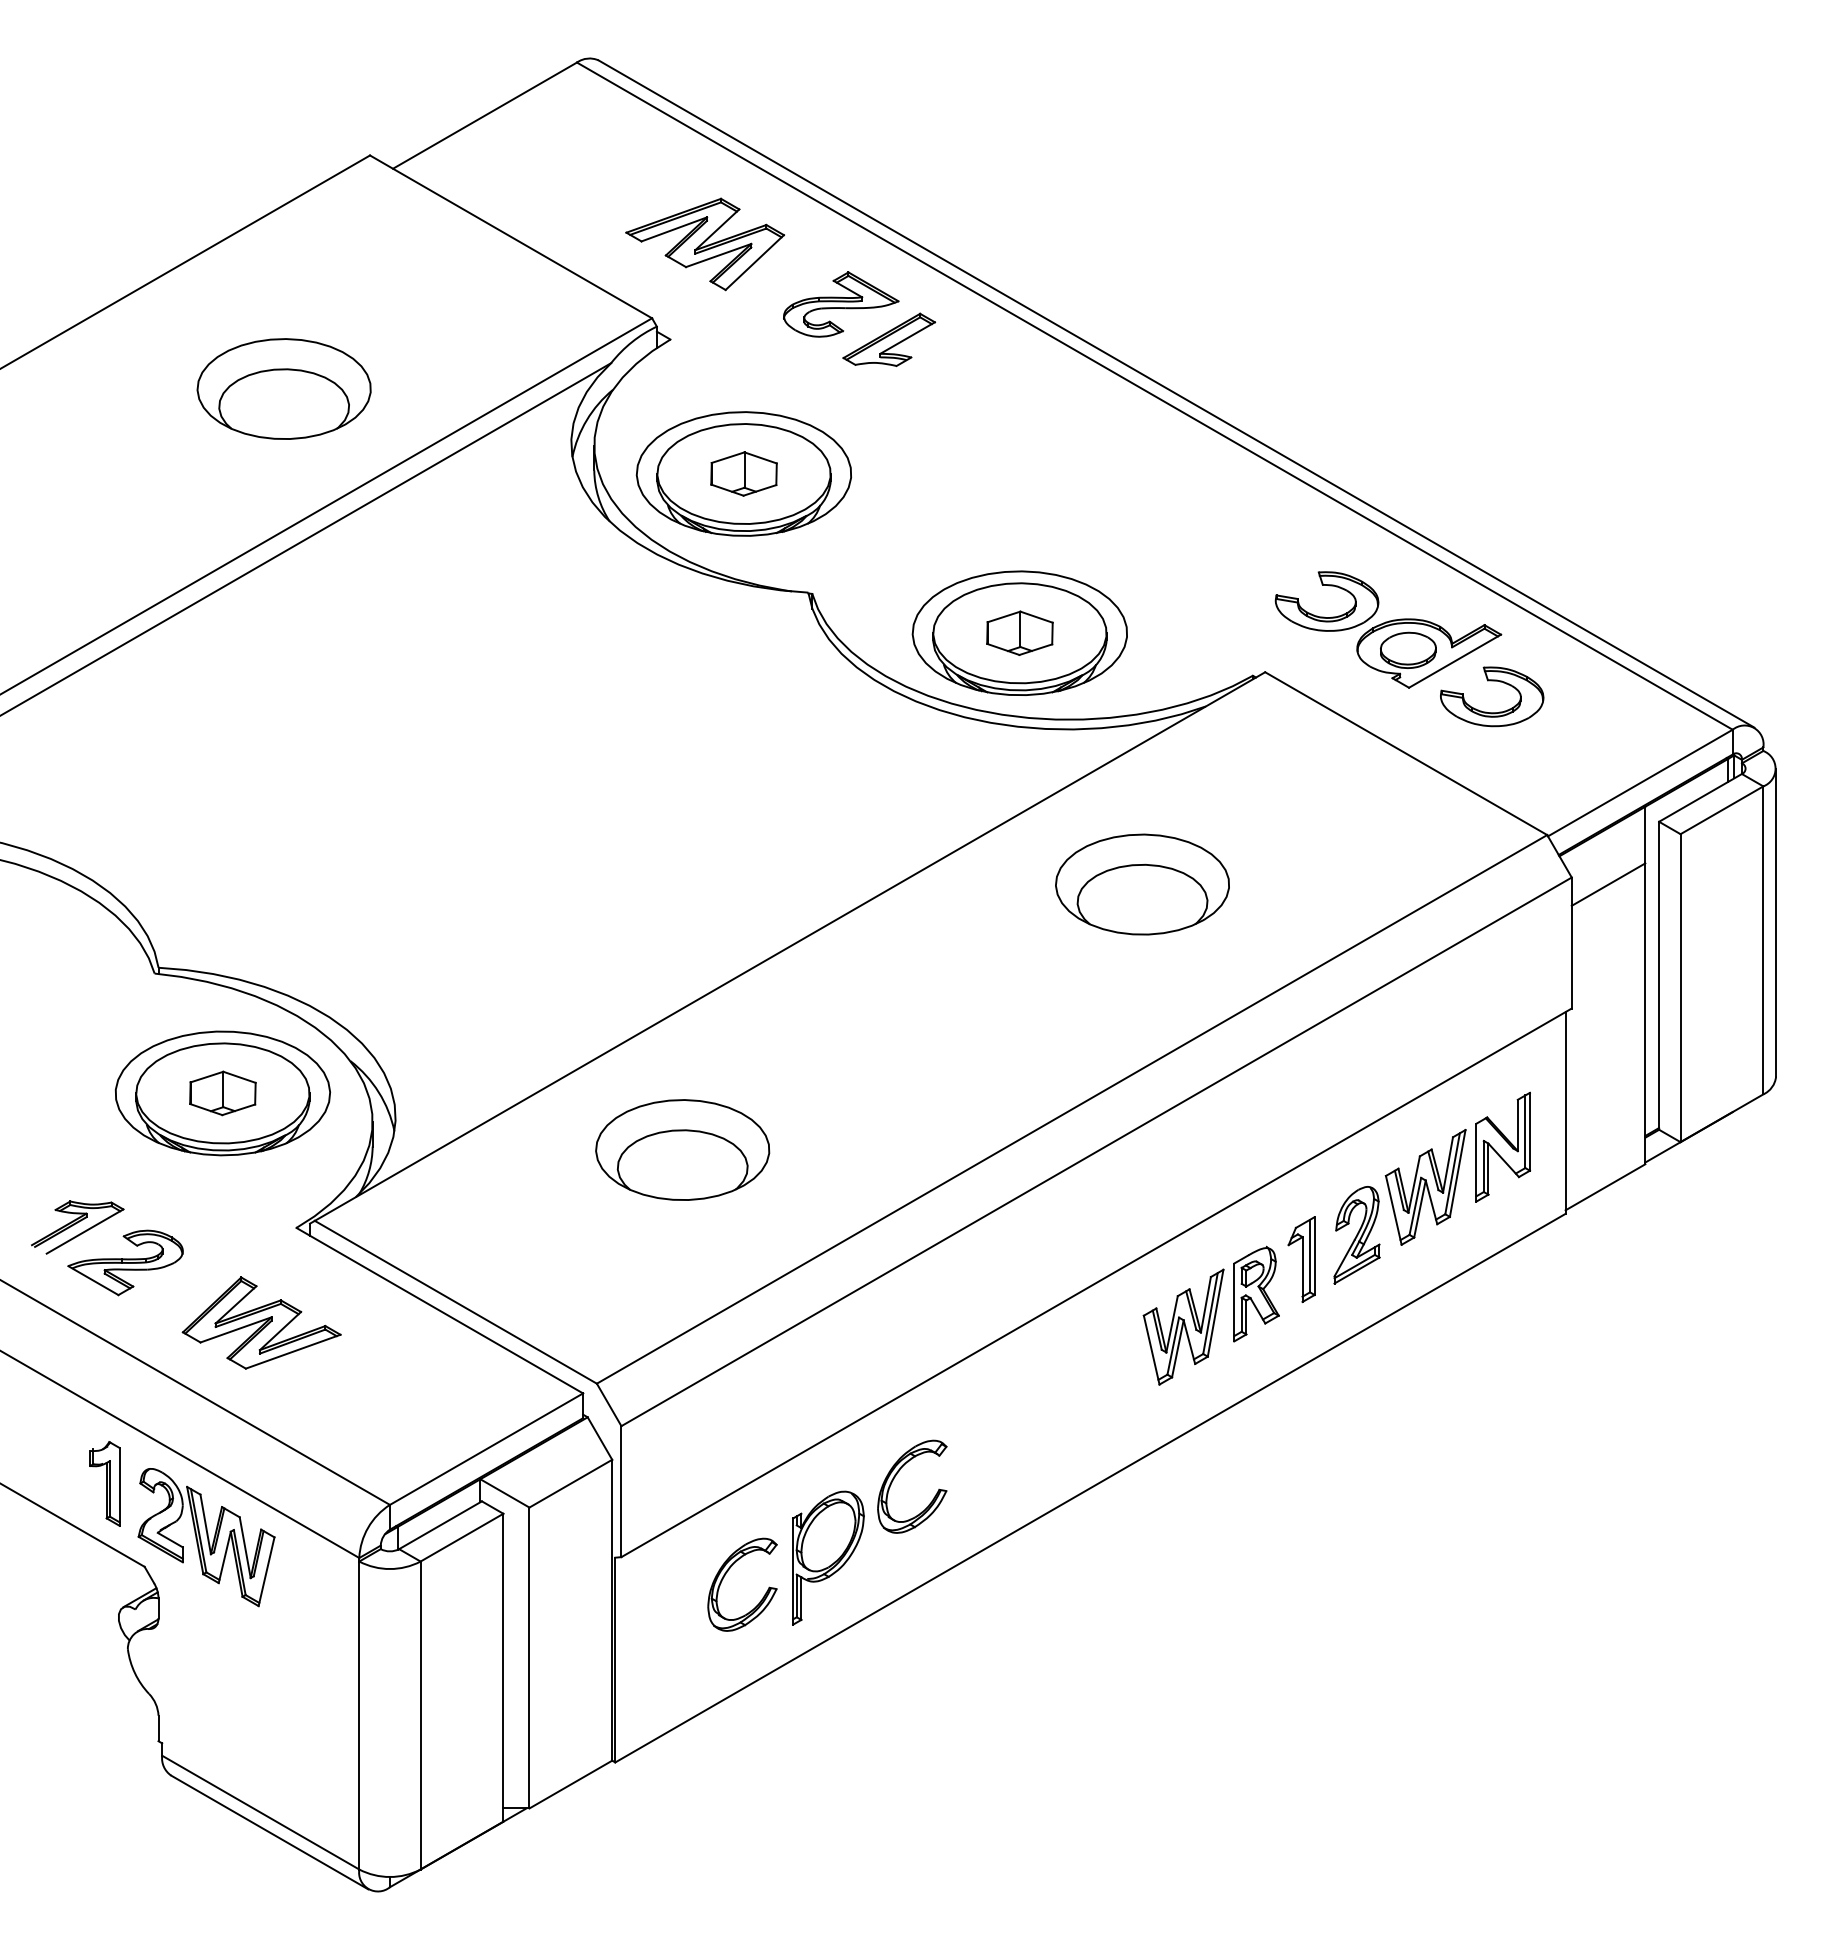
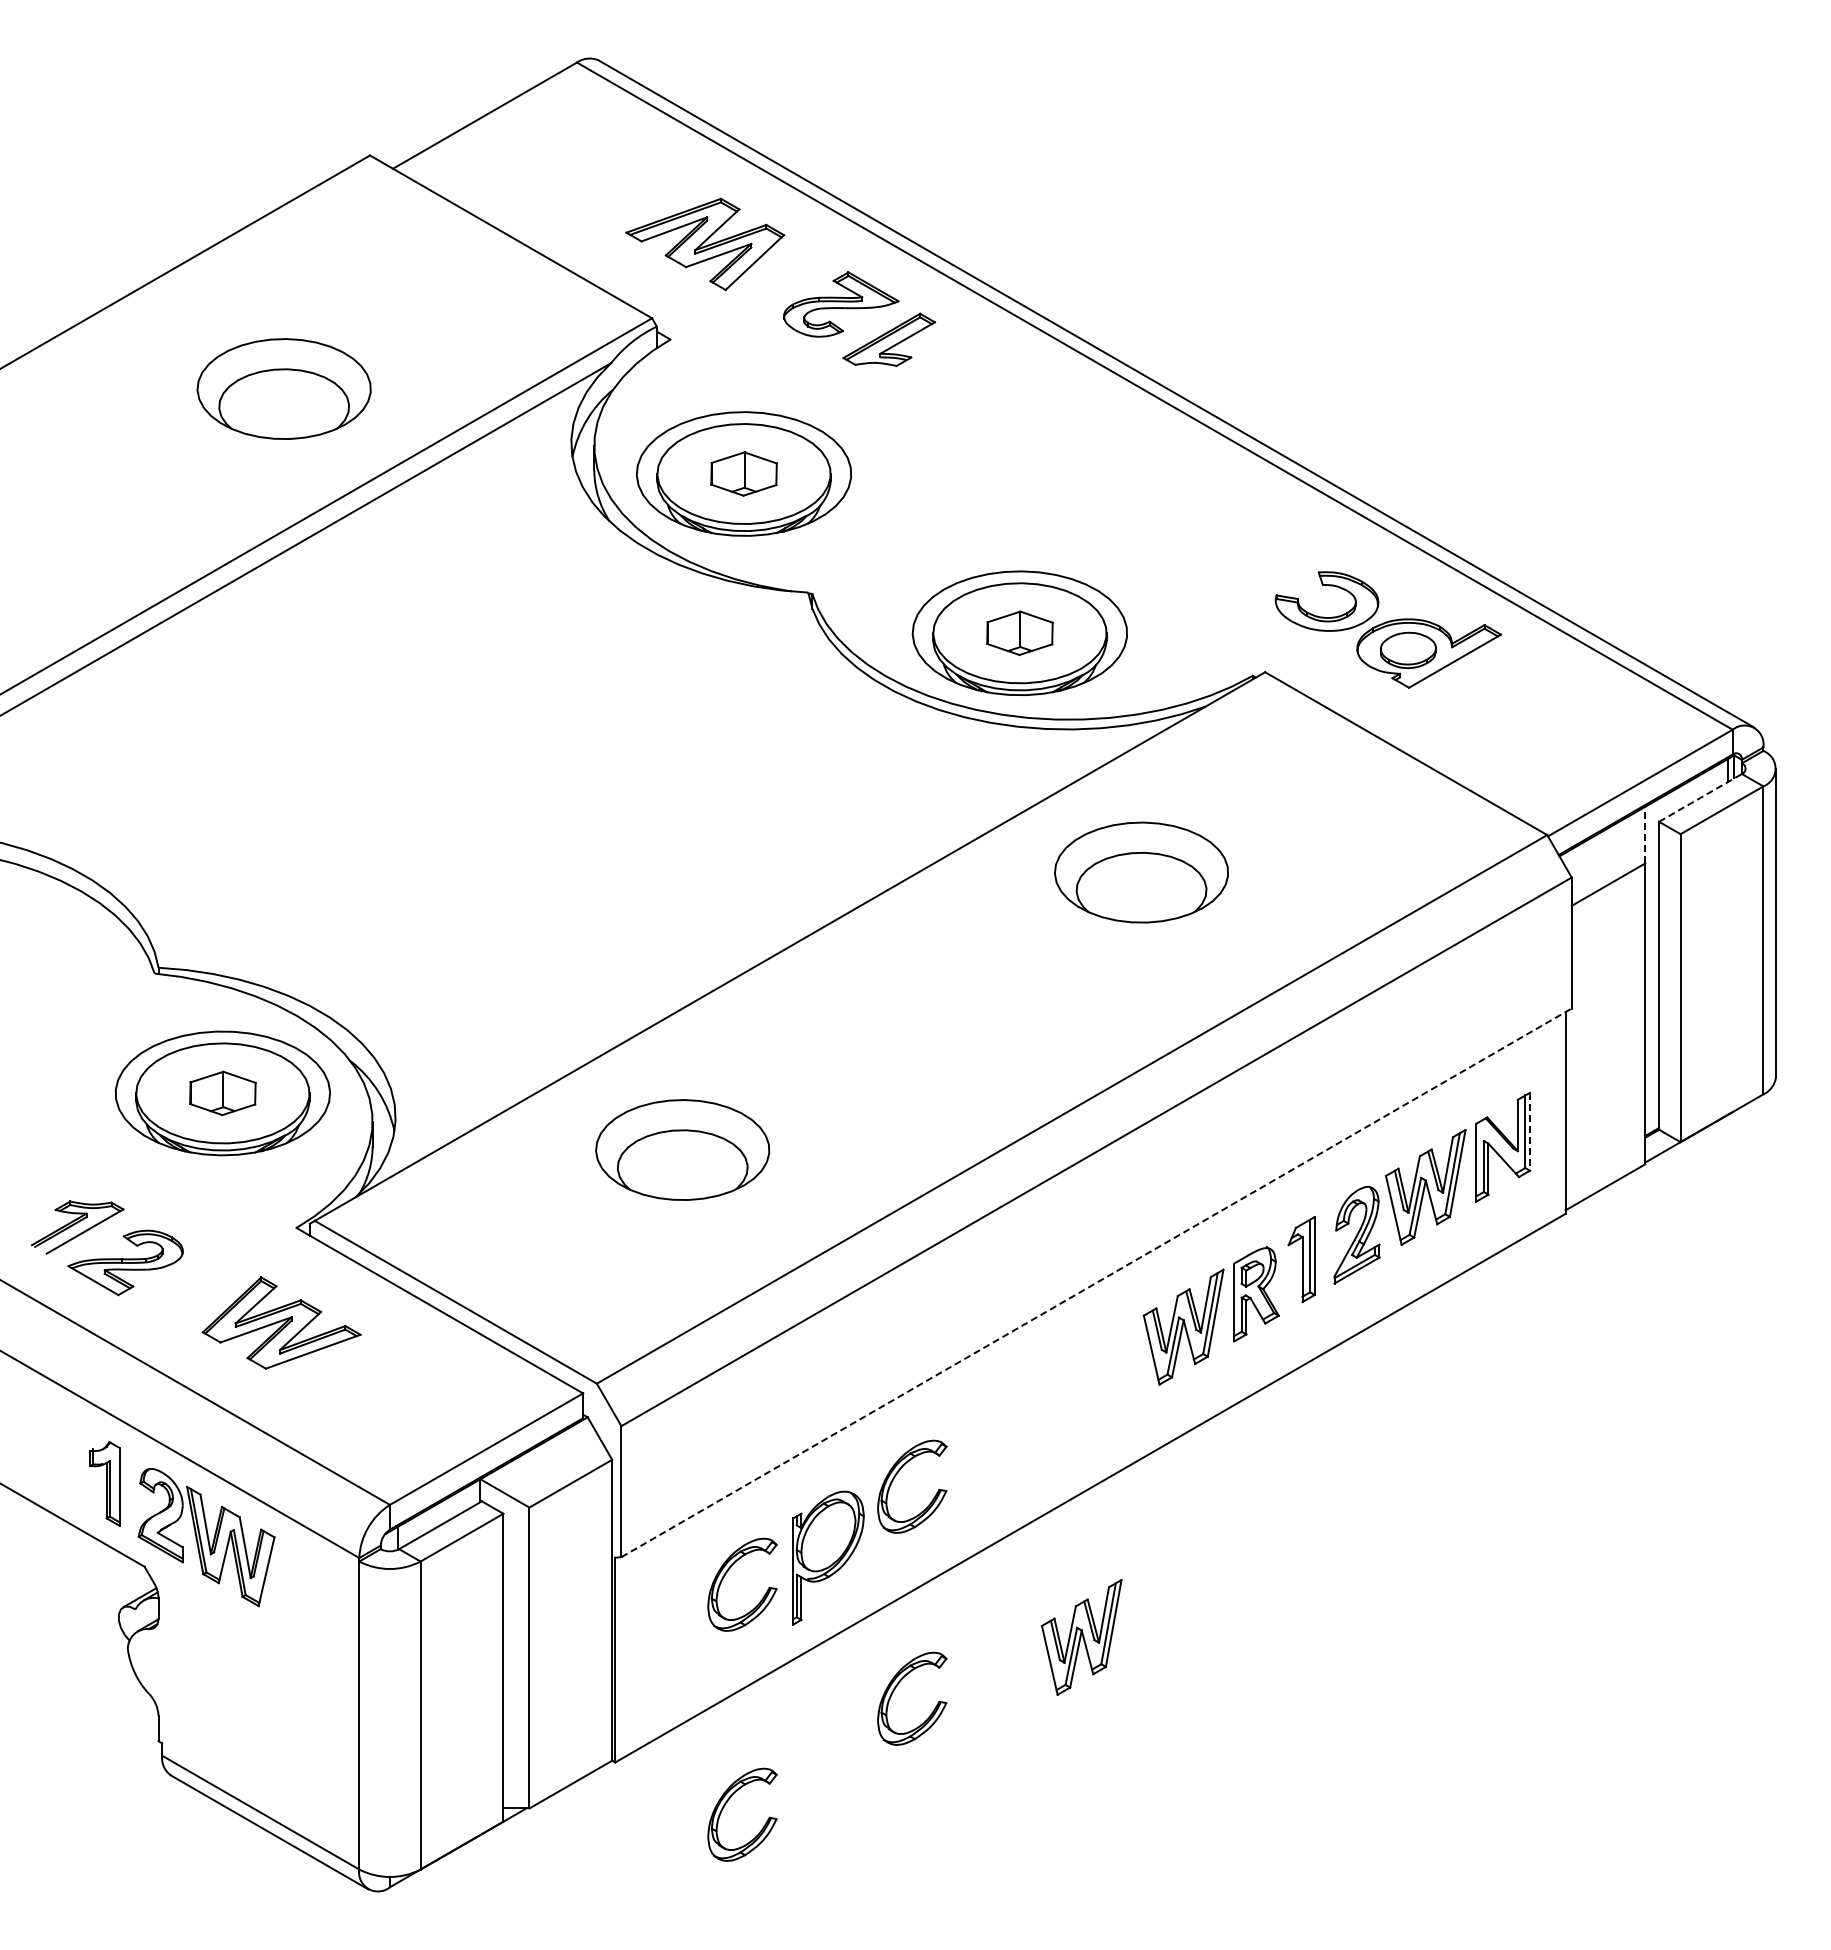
part at (1492, 681): present -> none
line at (1700, 797): solid -> dashed
line at (1645, 834): solid -> dashed
part at (1142, 884) position: (1142, 884) -> (1141, 872)
line at (1529, 1131): solid -> dashed
line at (1096, 1282): solid -> dashed
part at (261, 1322) position: (261, 1322) -> (281, 1322)
part at (1081, 1637): none -> present
part at (897, 1686): none -> present
part at (726, 1804): none -> present
